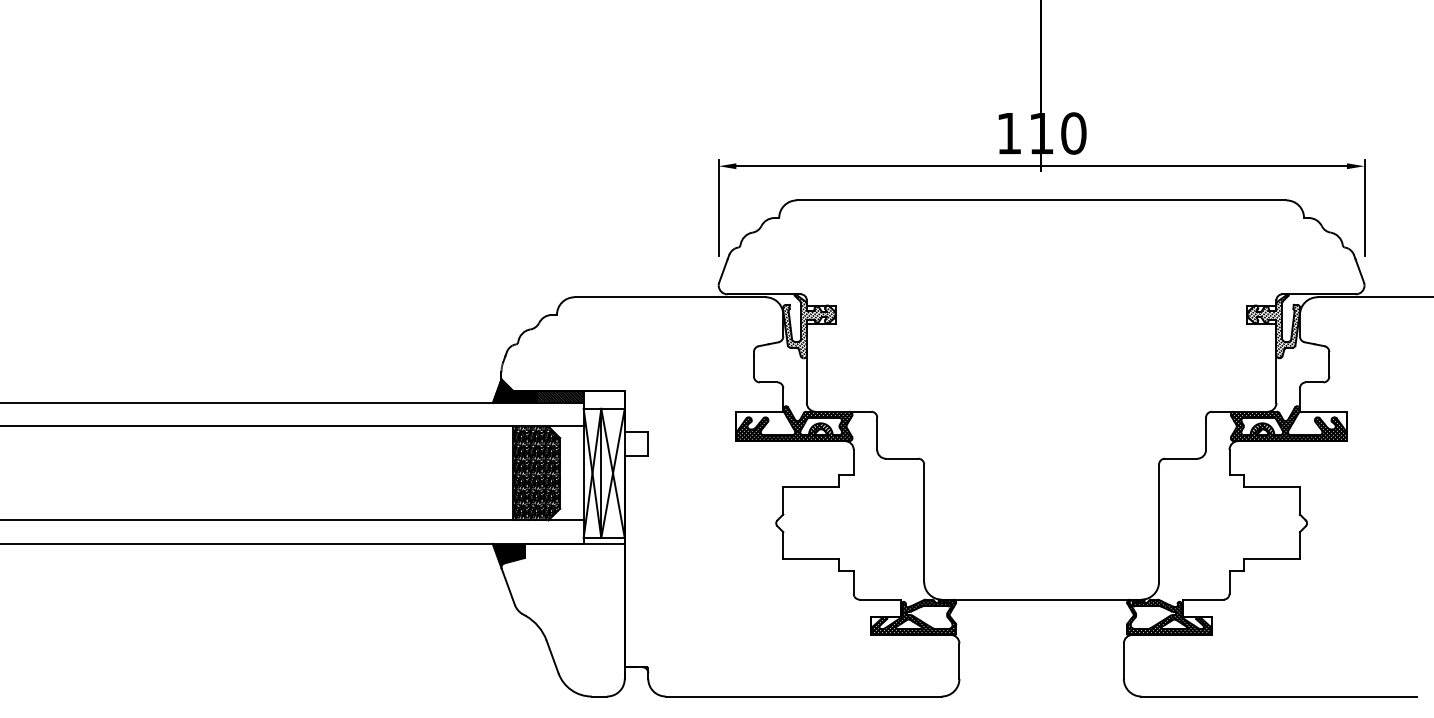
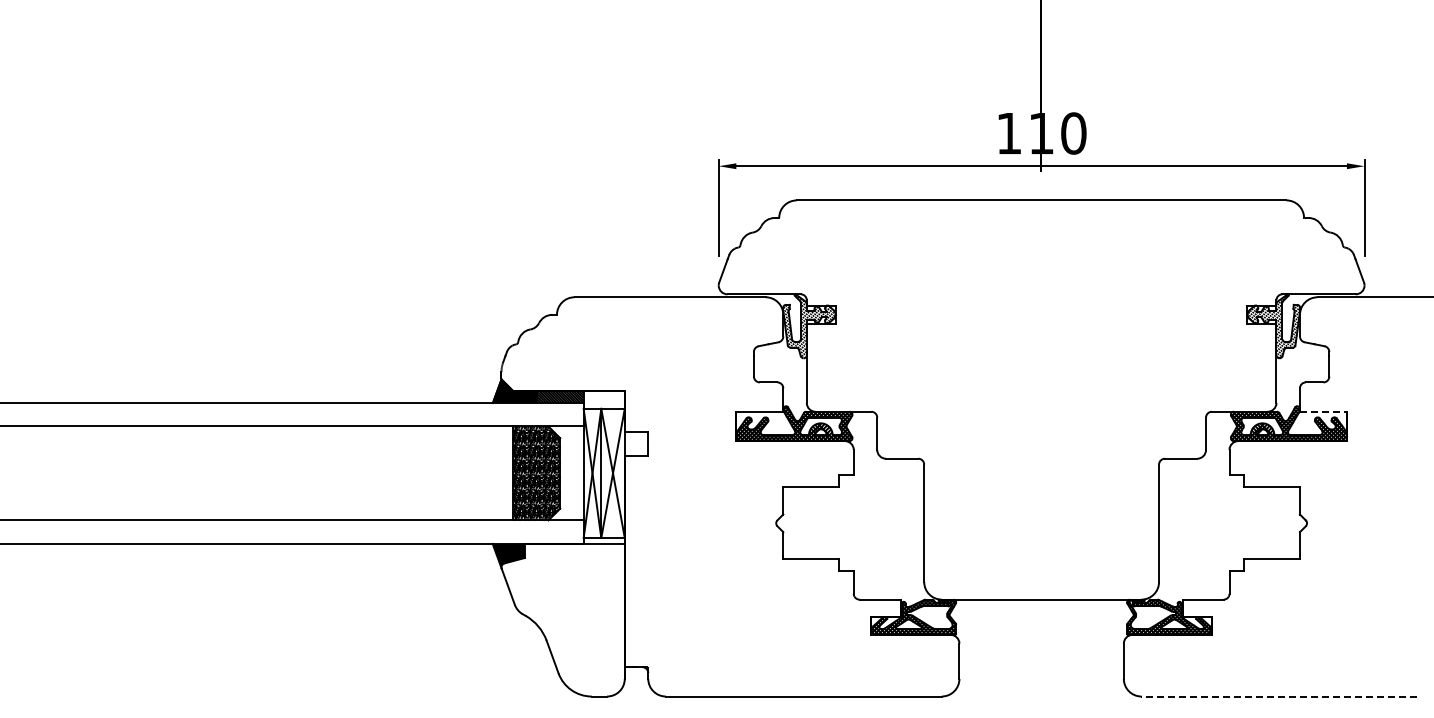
line at (1323, 411): solid -> dashed
line at (1279, 696): solid -> dashed
